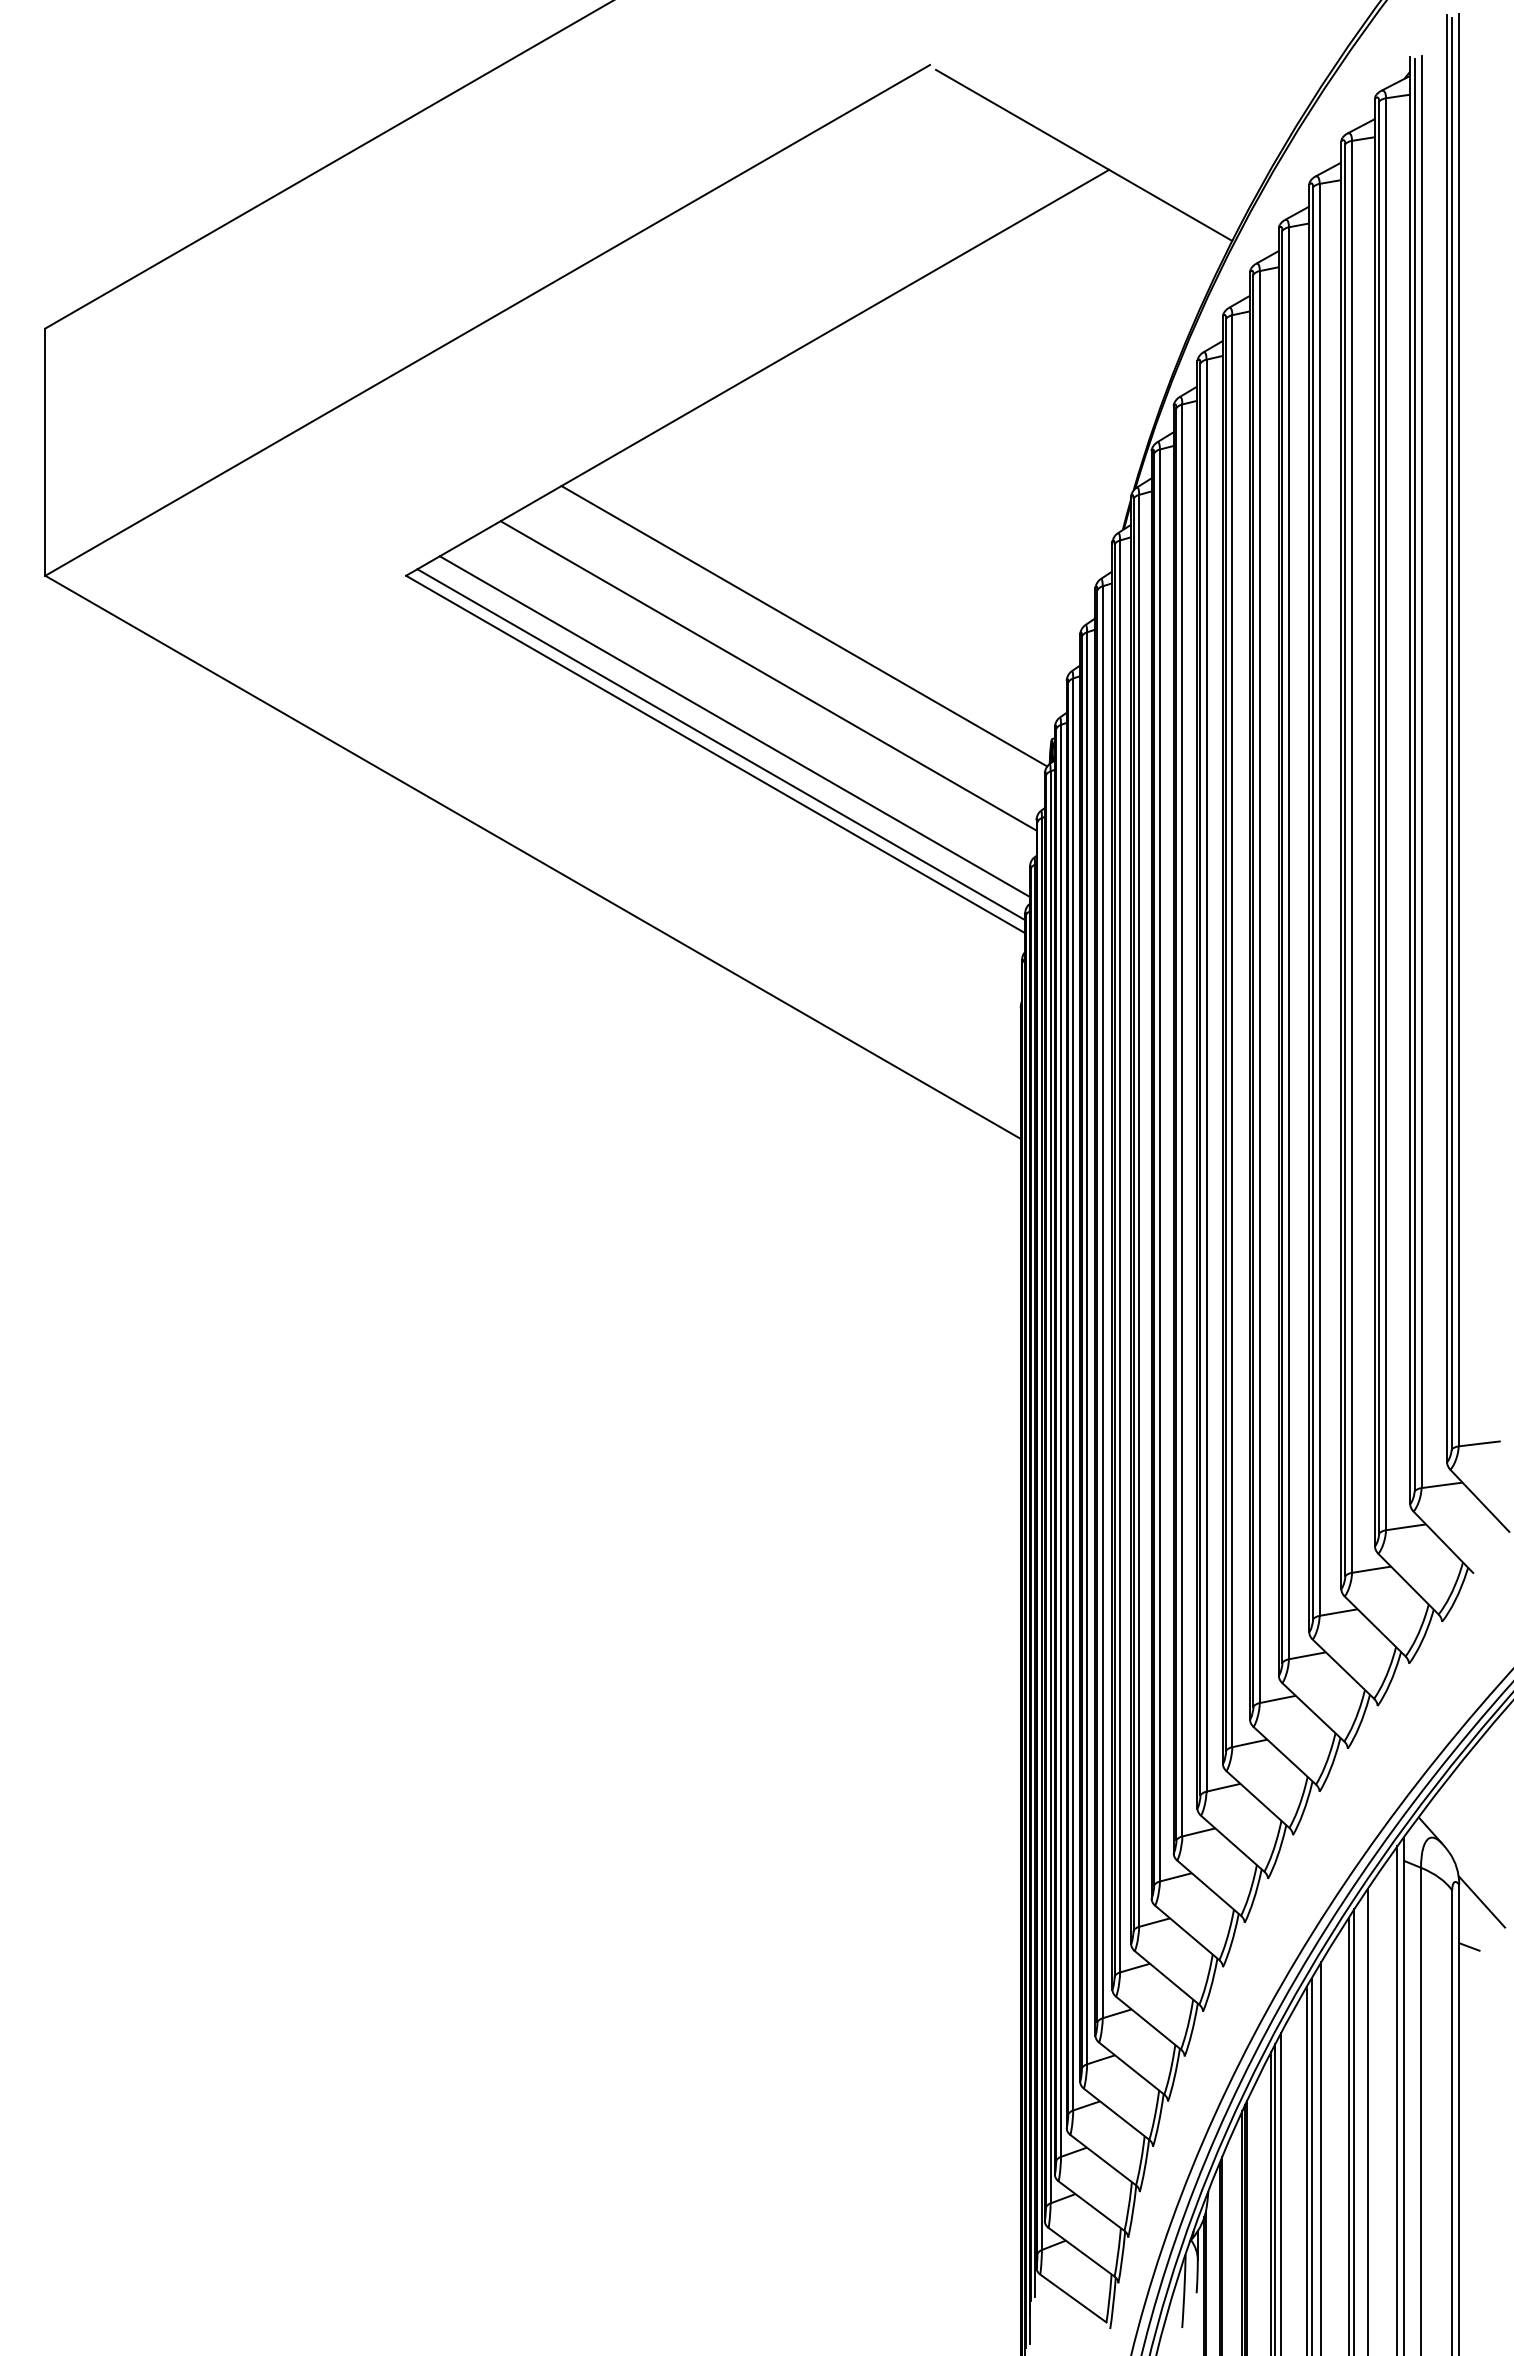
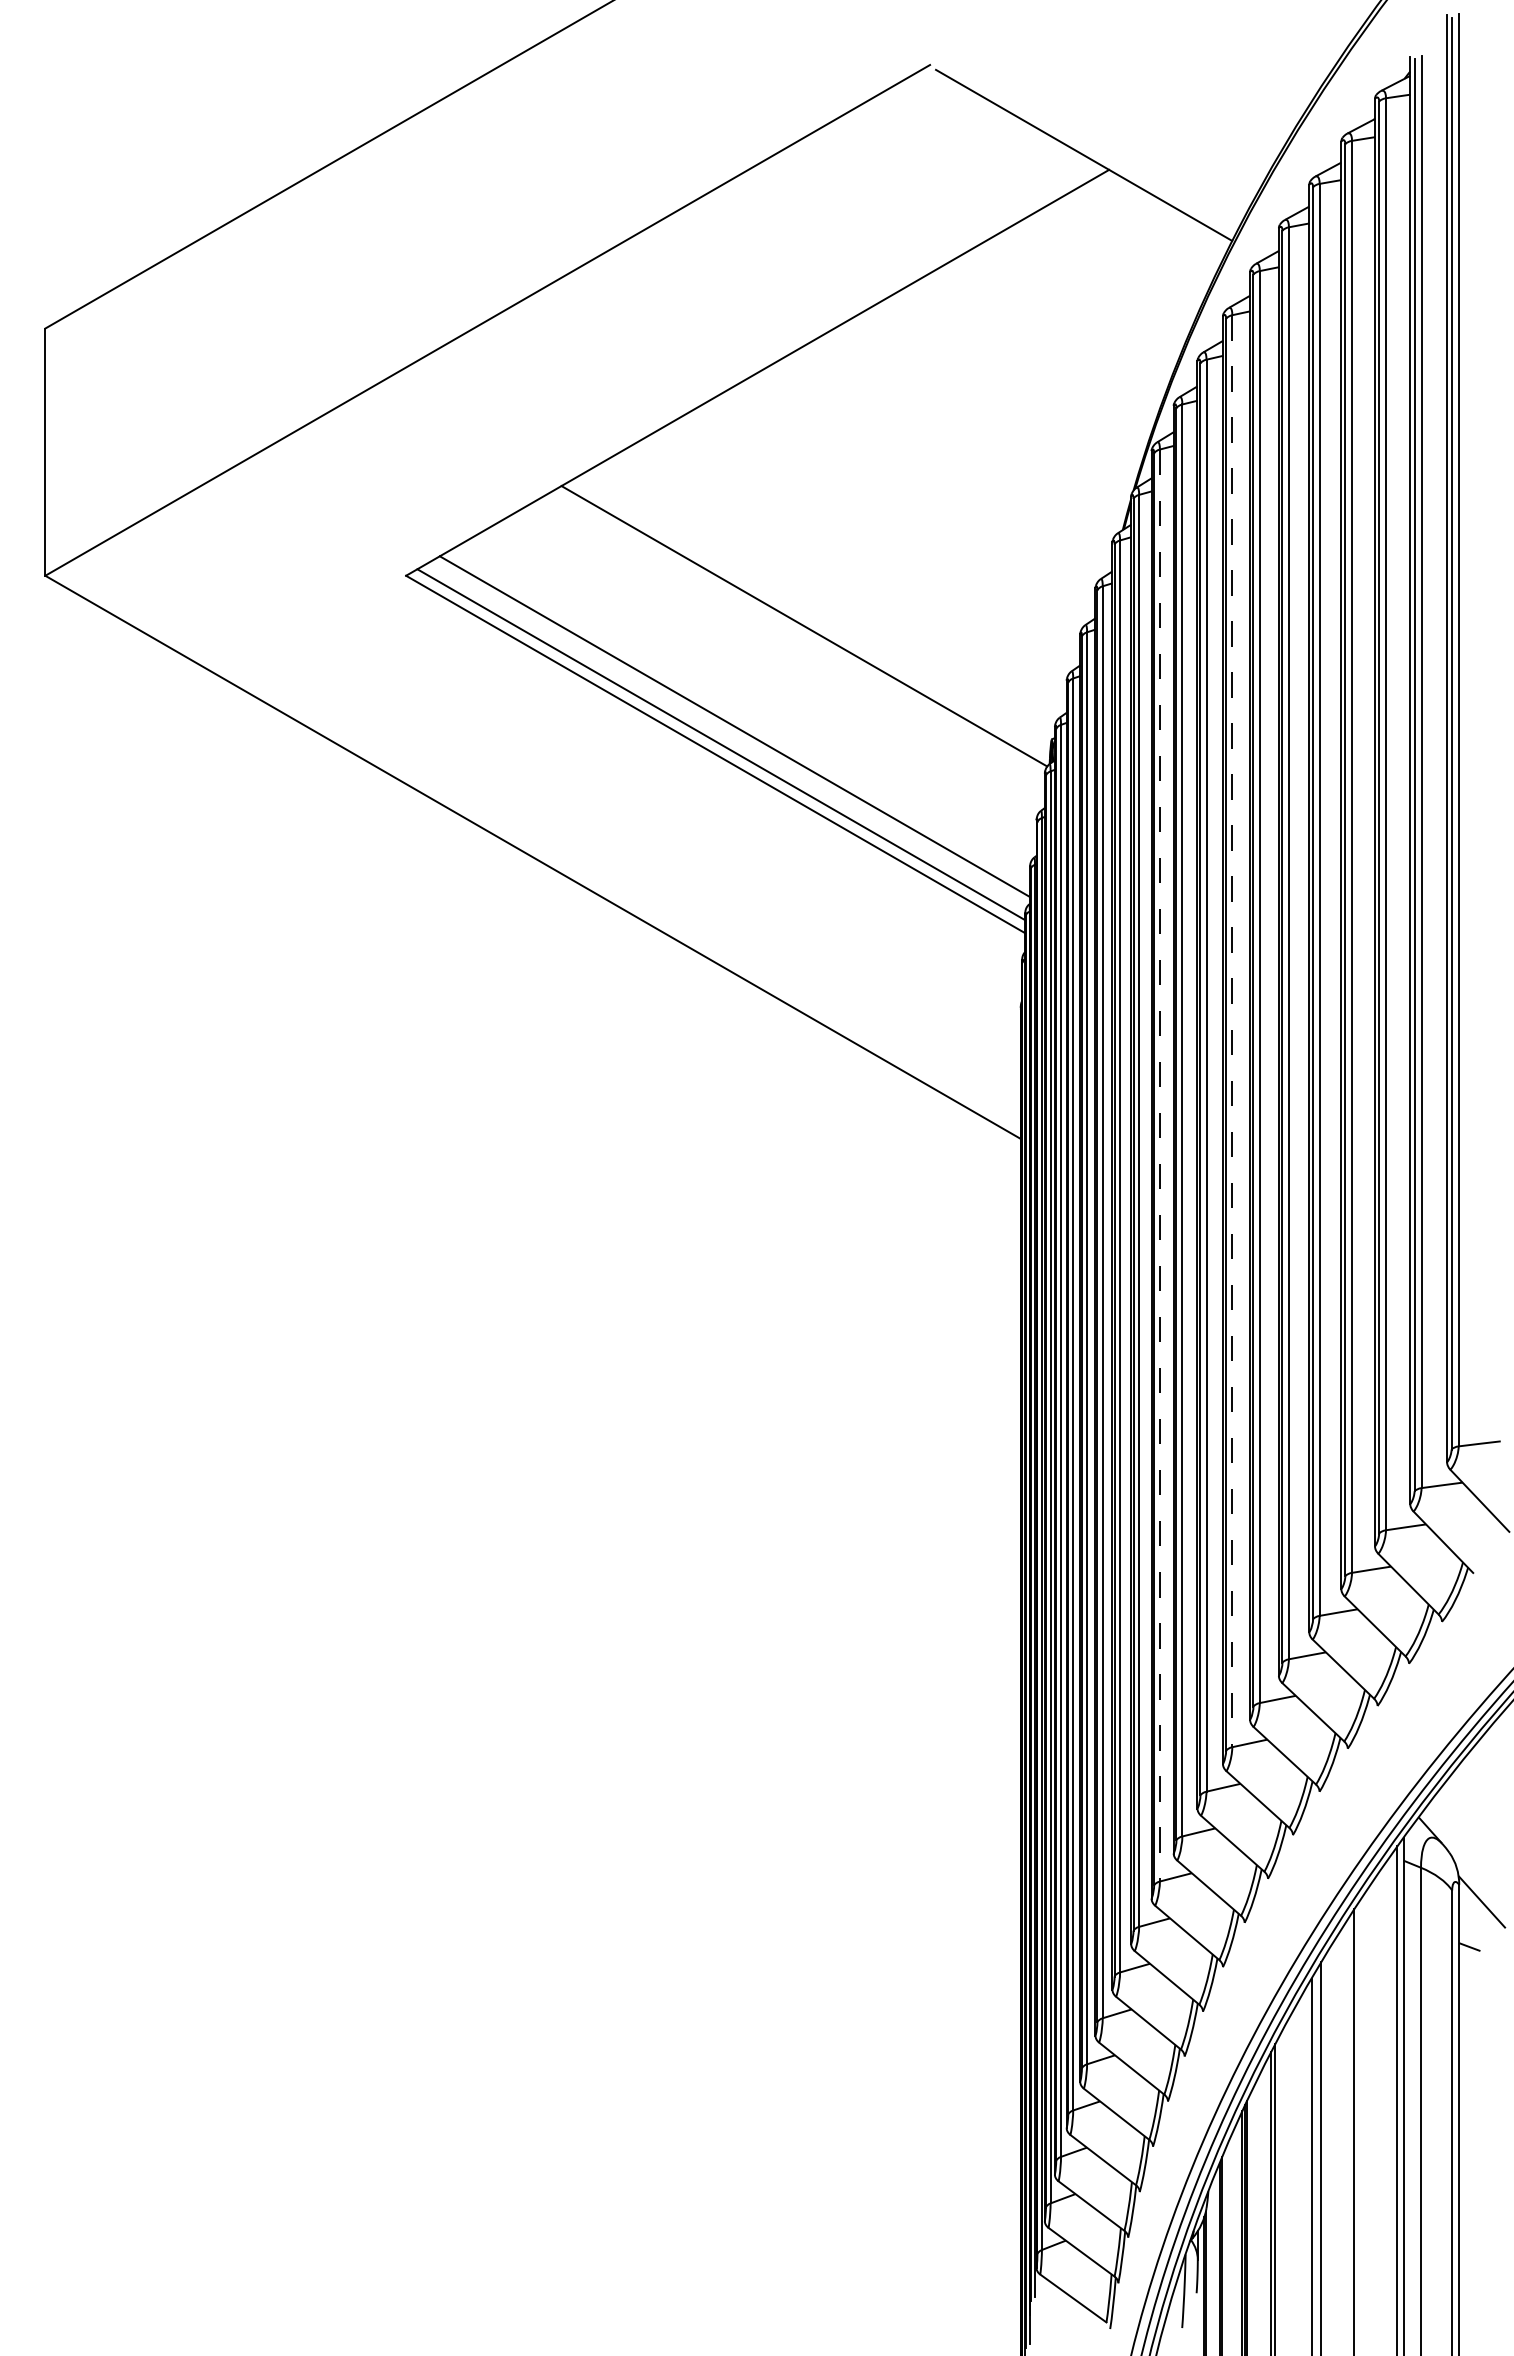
line at (768, 675): present -> none
line at (1232, 1031): solid -> dashed
line at (1159, 1165): solid -> dashed
line at (1367, 2120): present -> none
line at (1348, 2134): present -> none
line at (1306, 2169): present -> none
line at (1280, 2192): present -> none
